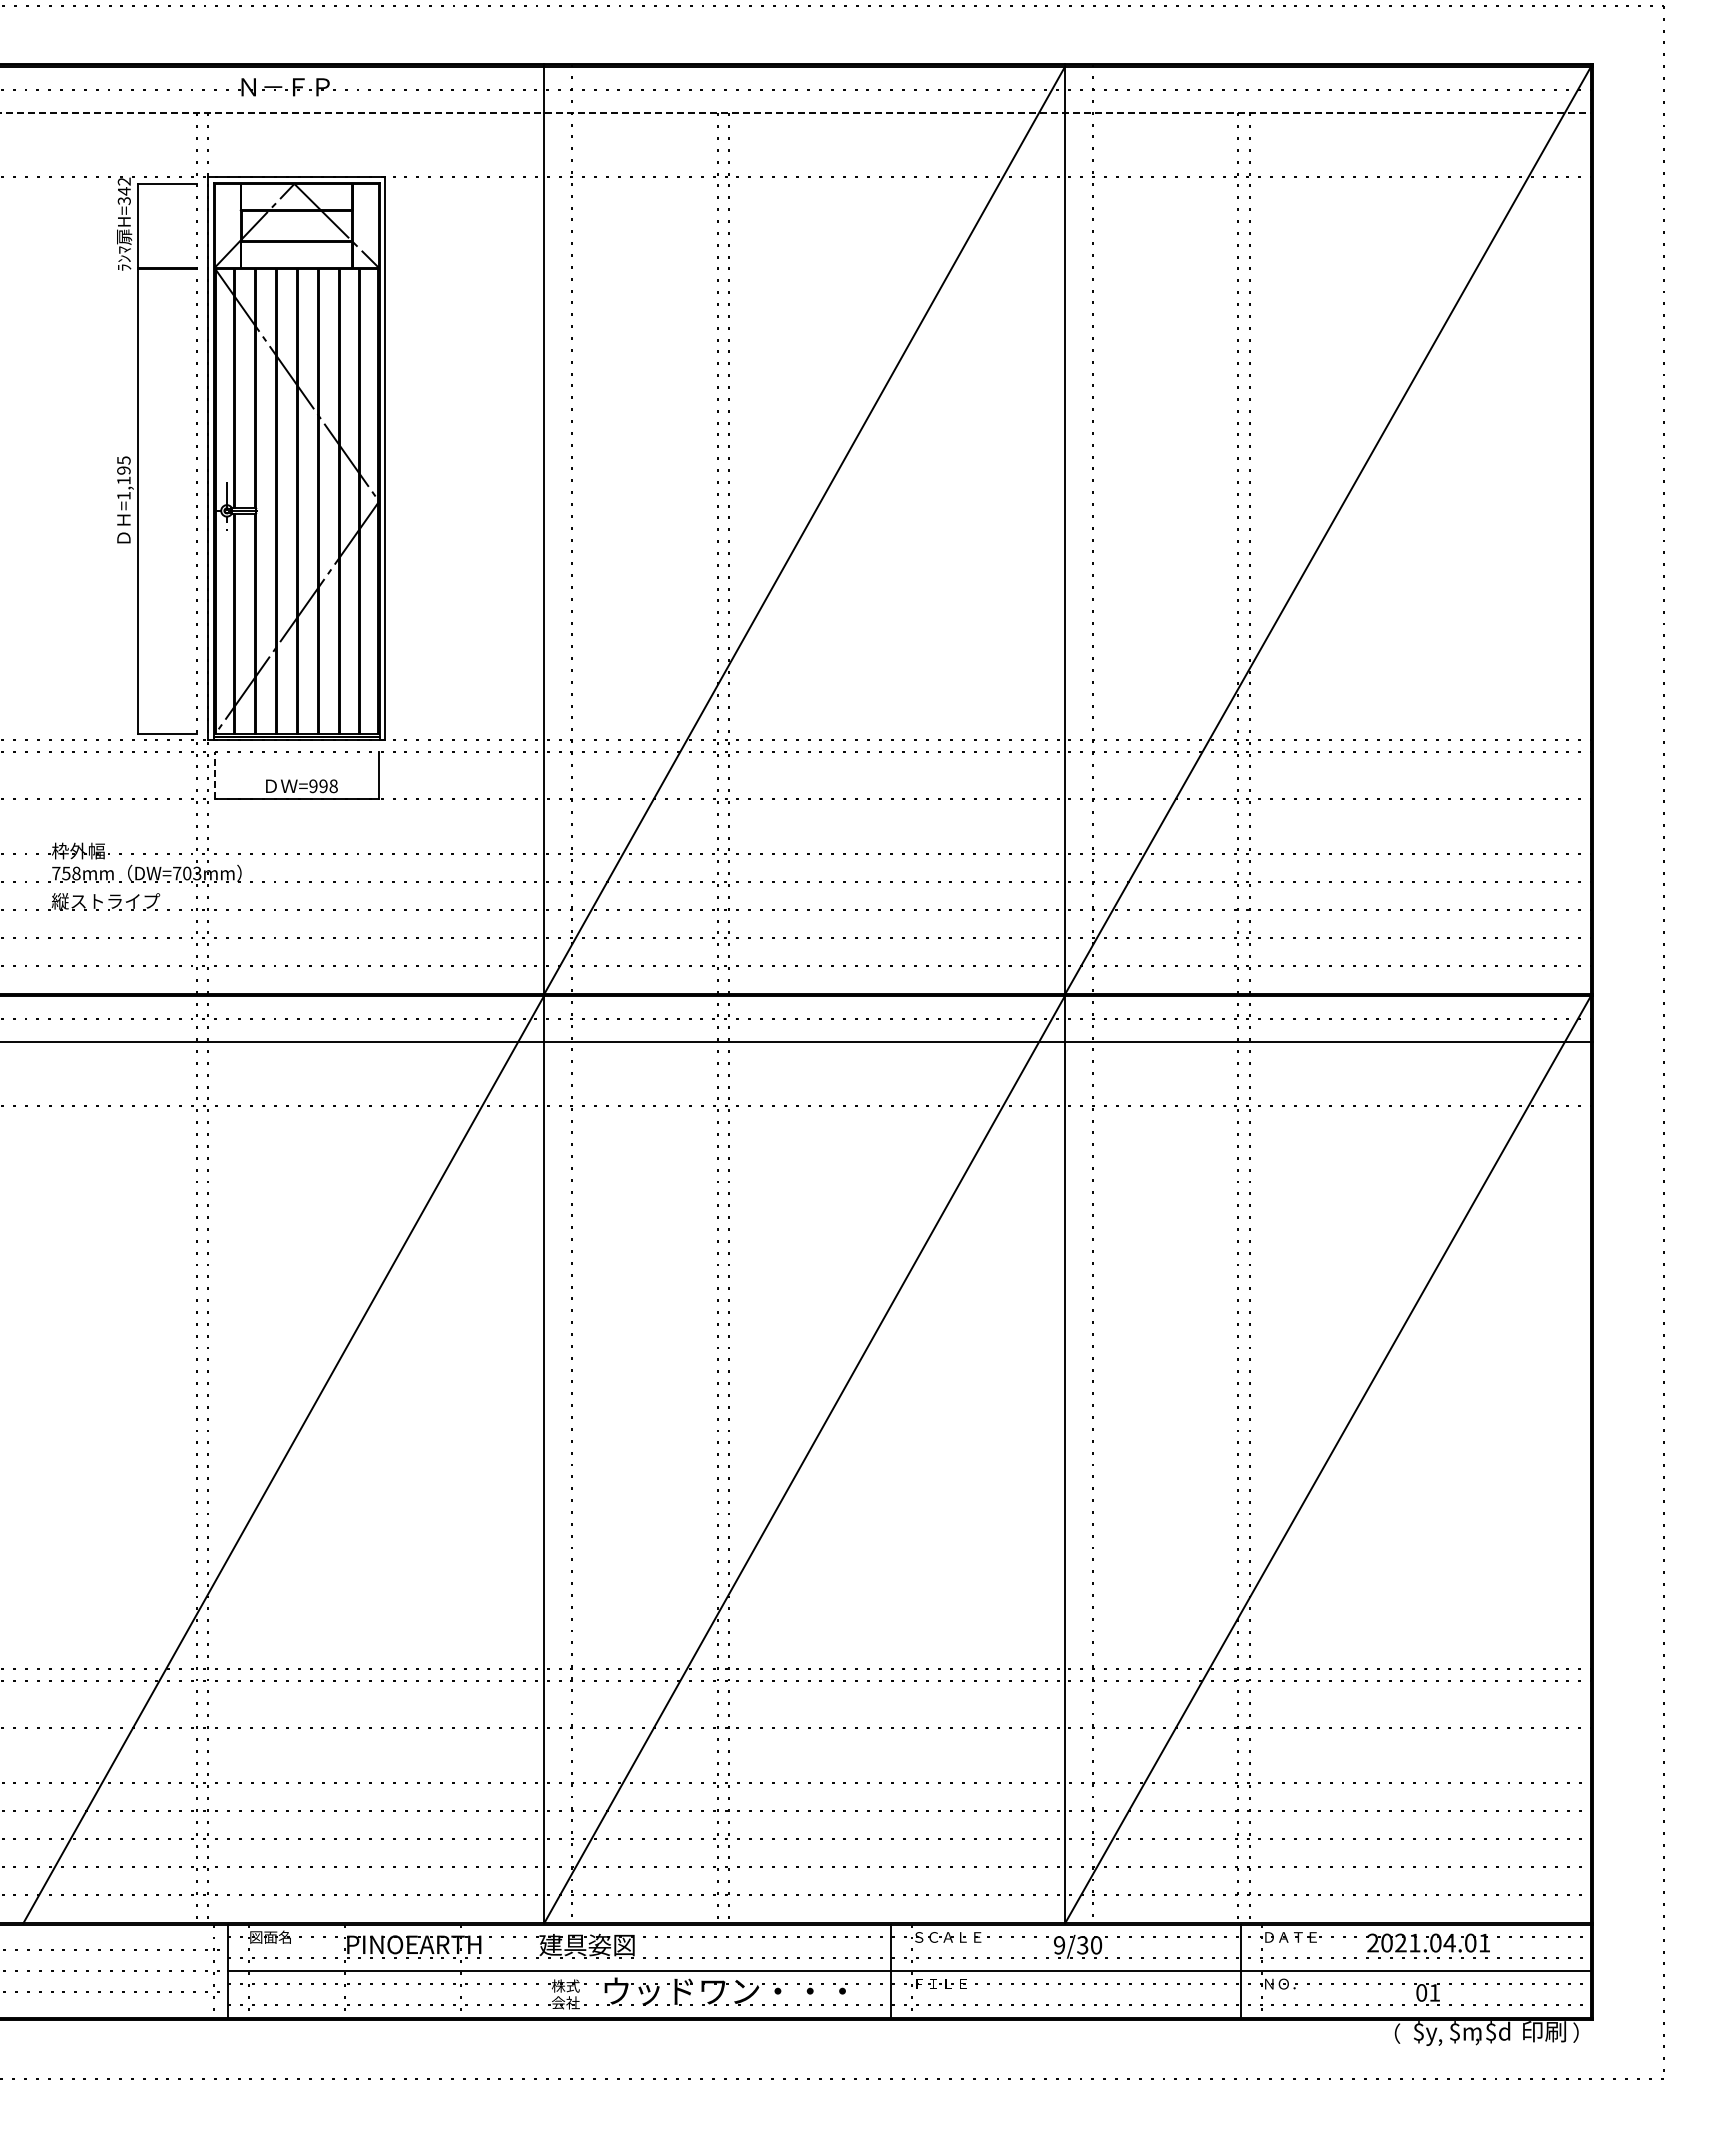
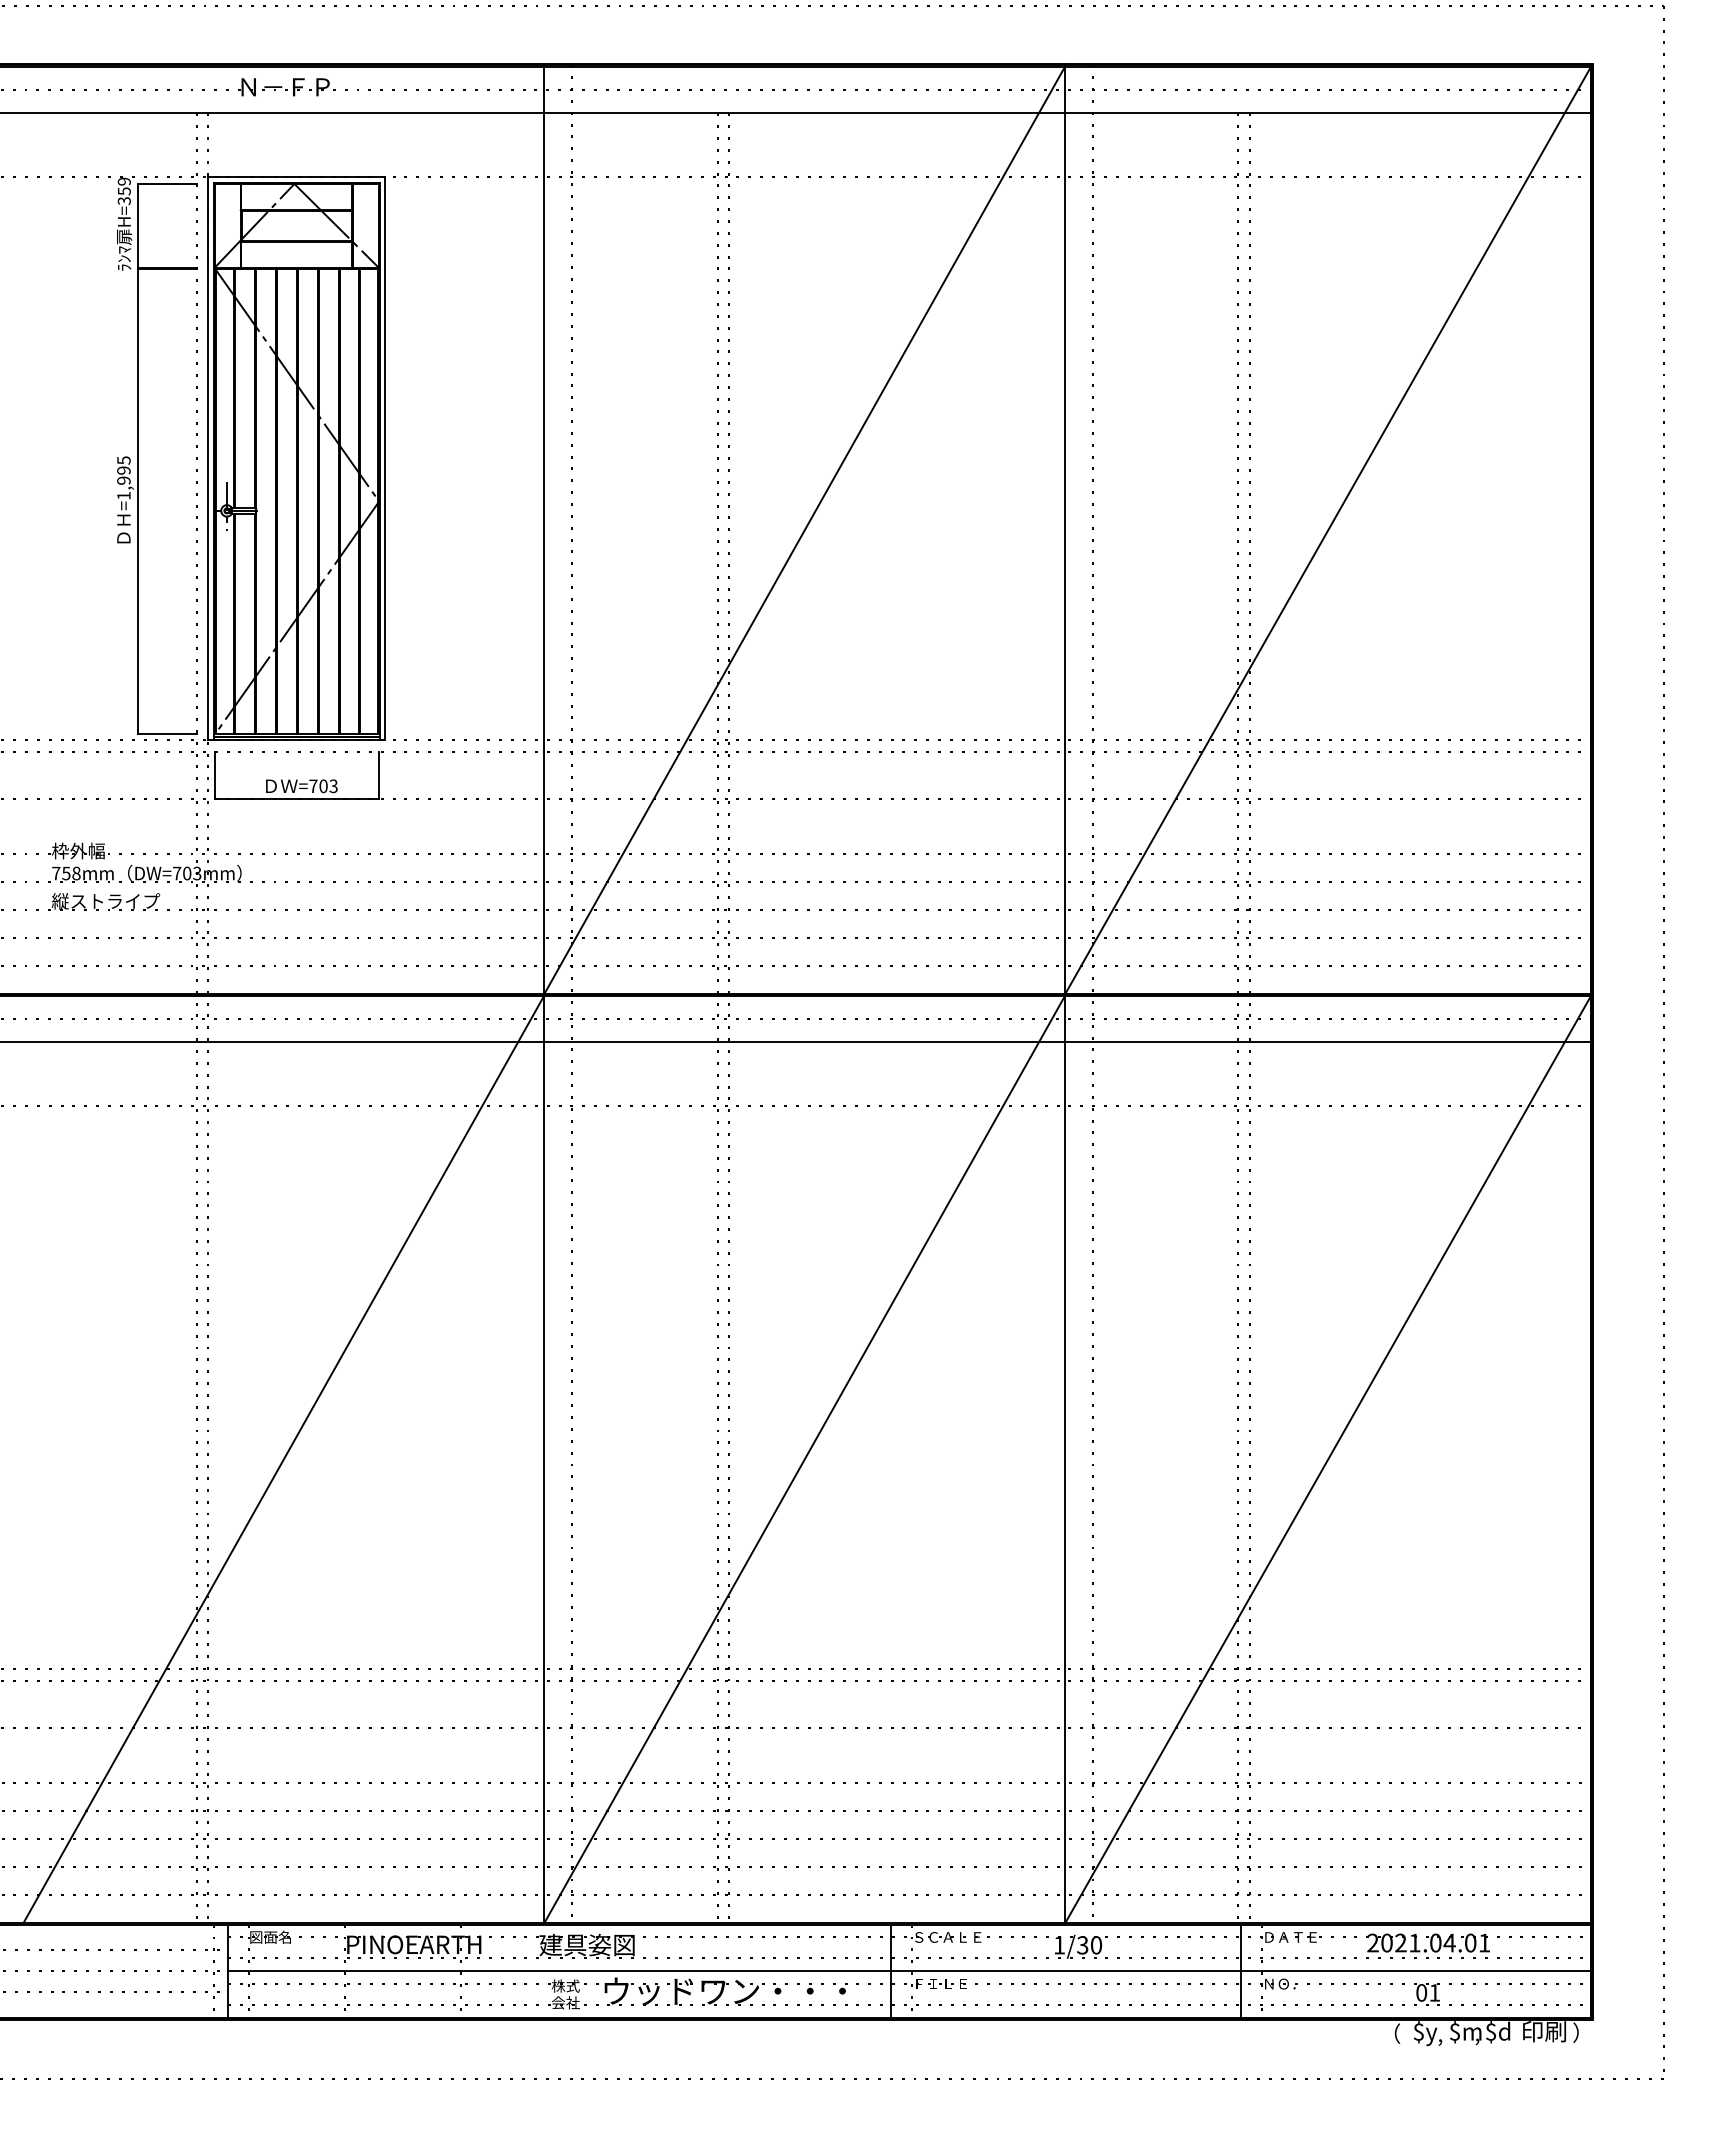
line at (796, 113): dashed -> solid
text at (124, 186): H=342 -> H=359
text at (123, 480): =1,195 -> =1,995
line at (215, 774): dashed -> solid
text at (323, 786): =998 -> =703
text at (1059, 1945): 9/30 -> 1/30
